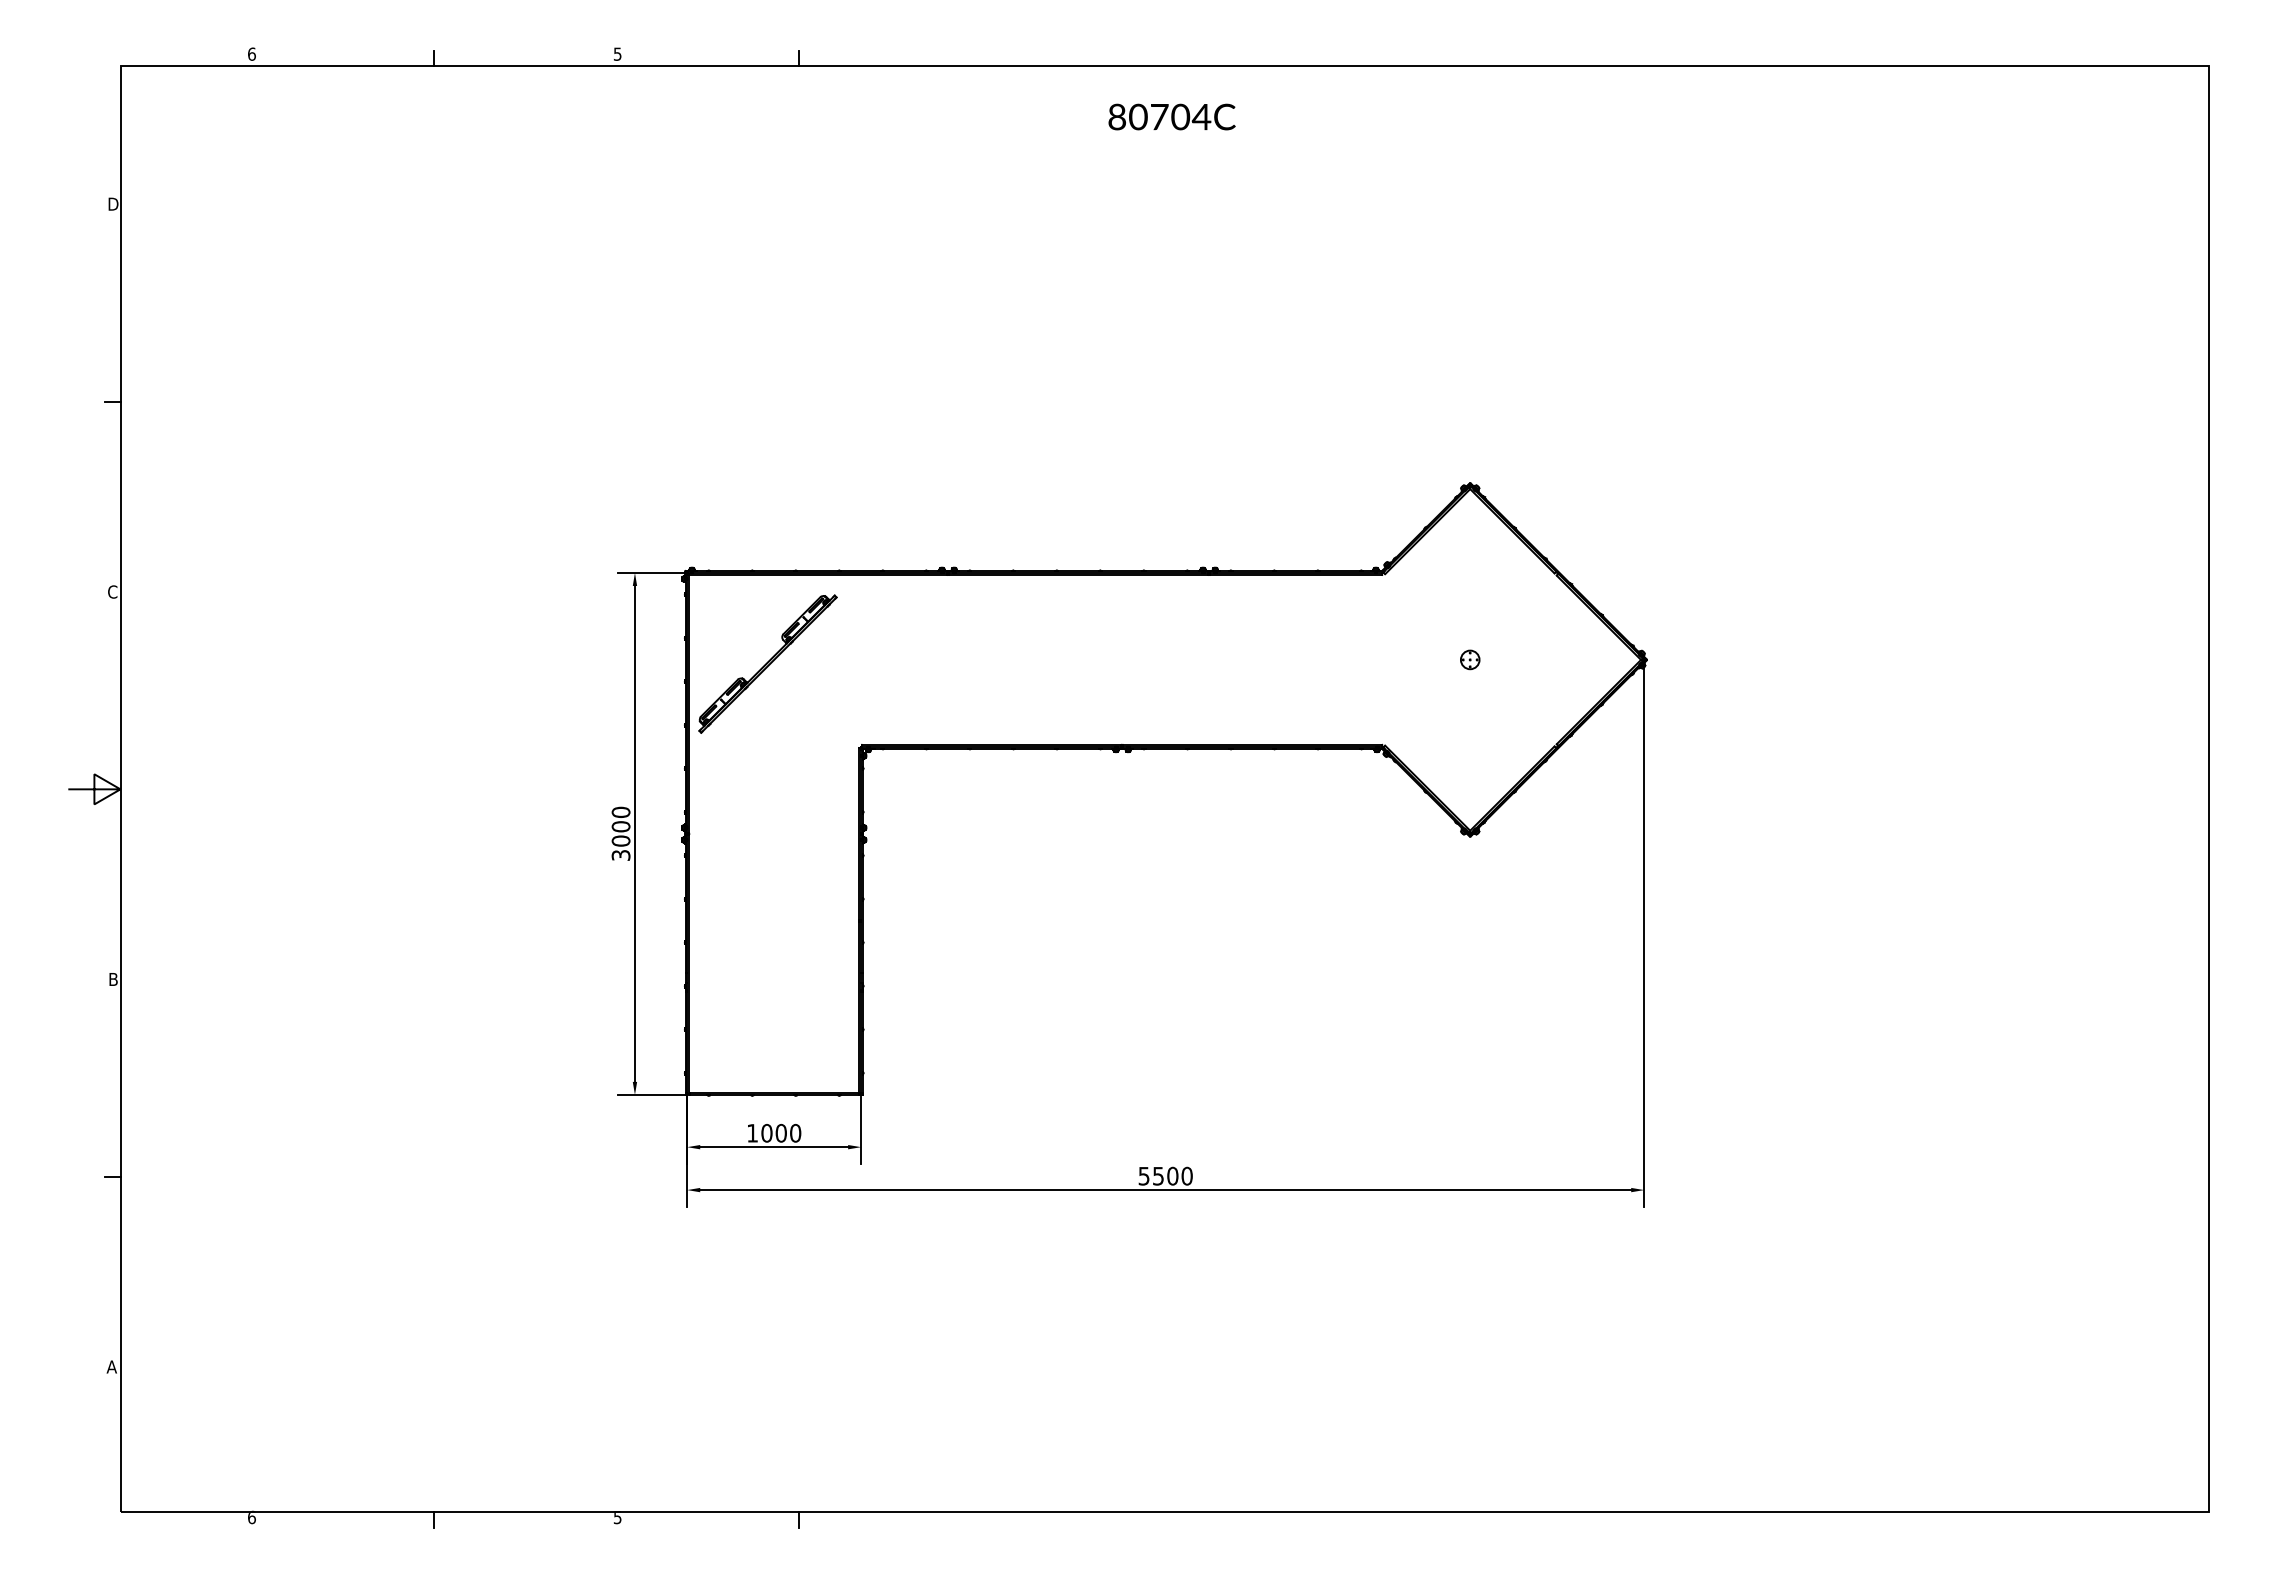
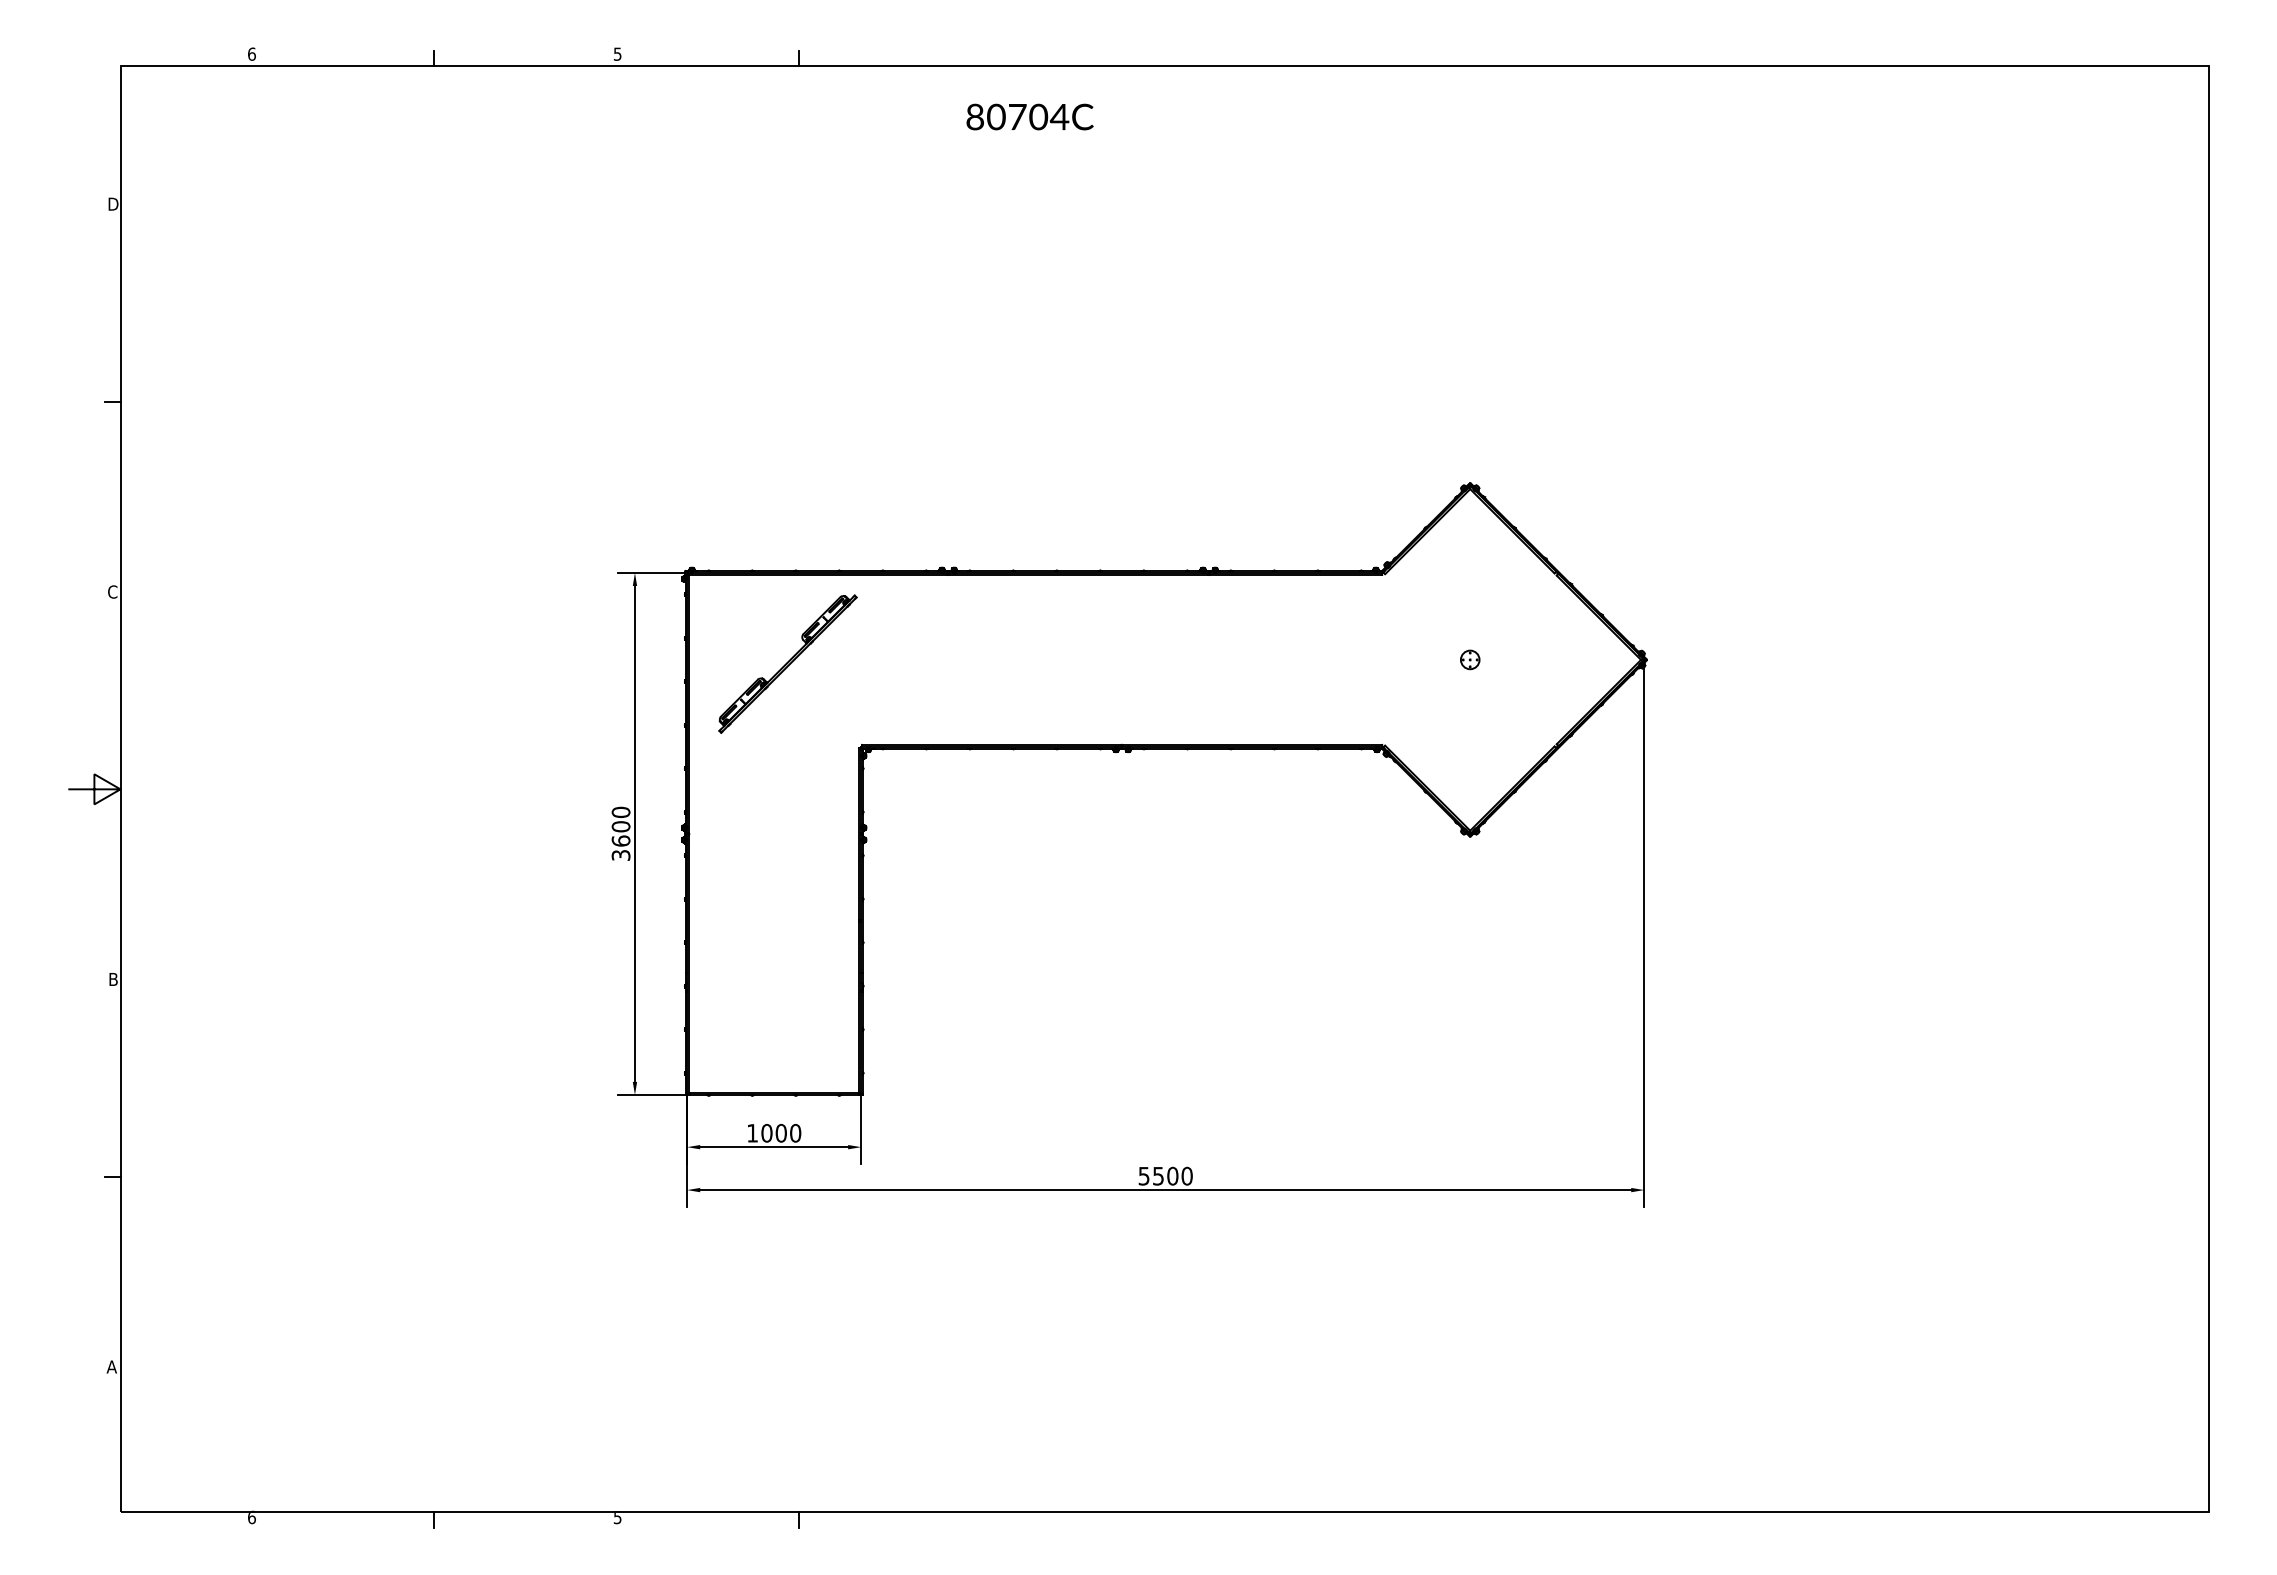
text at (1171, 116) position: (1171, 116) -> (1029, 116)
part at (767, 663) position: (767, 663) -> (787, 663)
text at (620, 840): 3000 -> 3600
